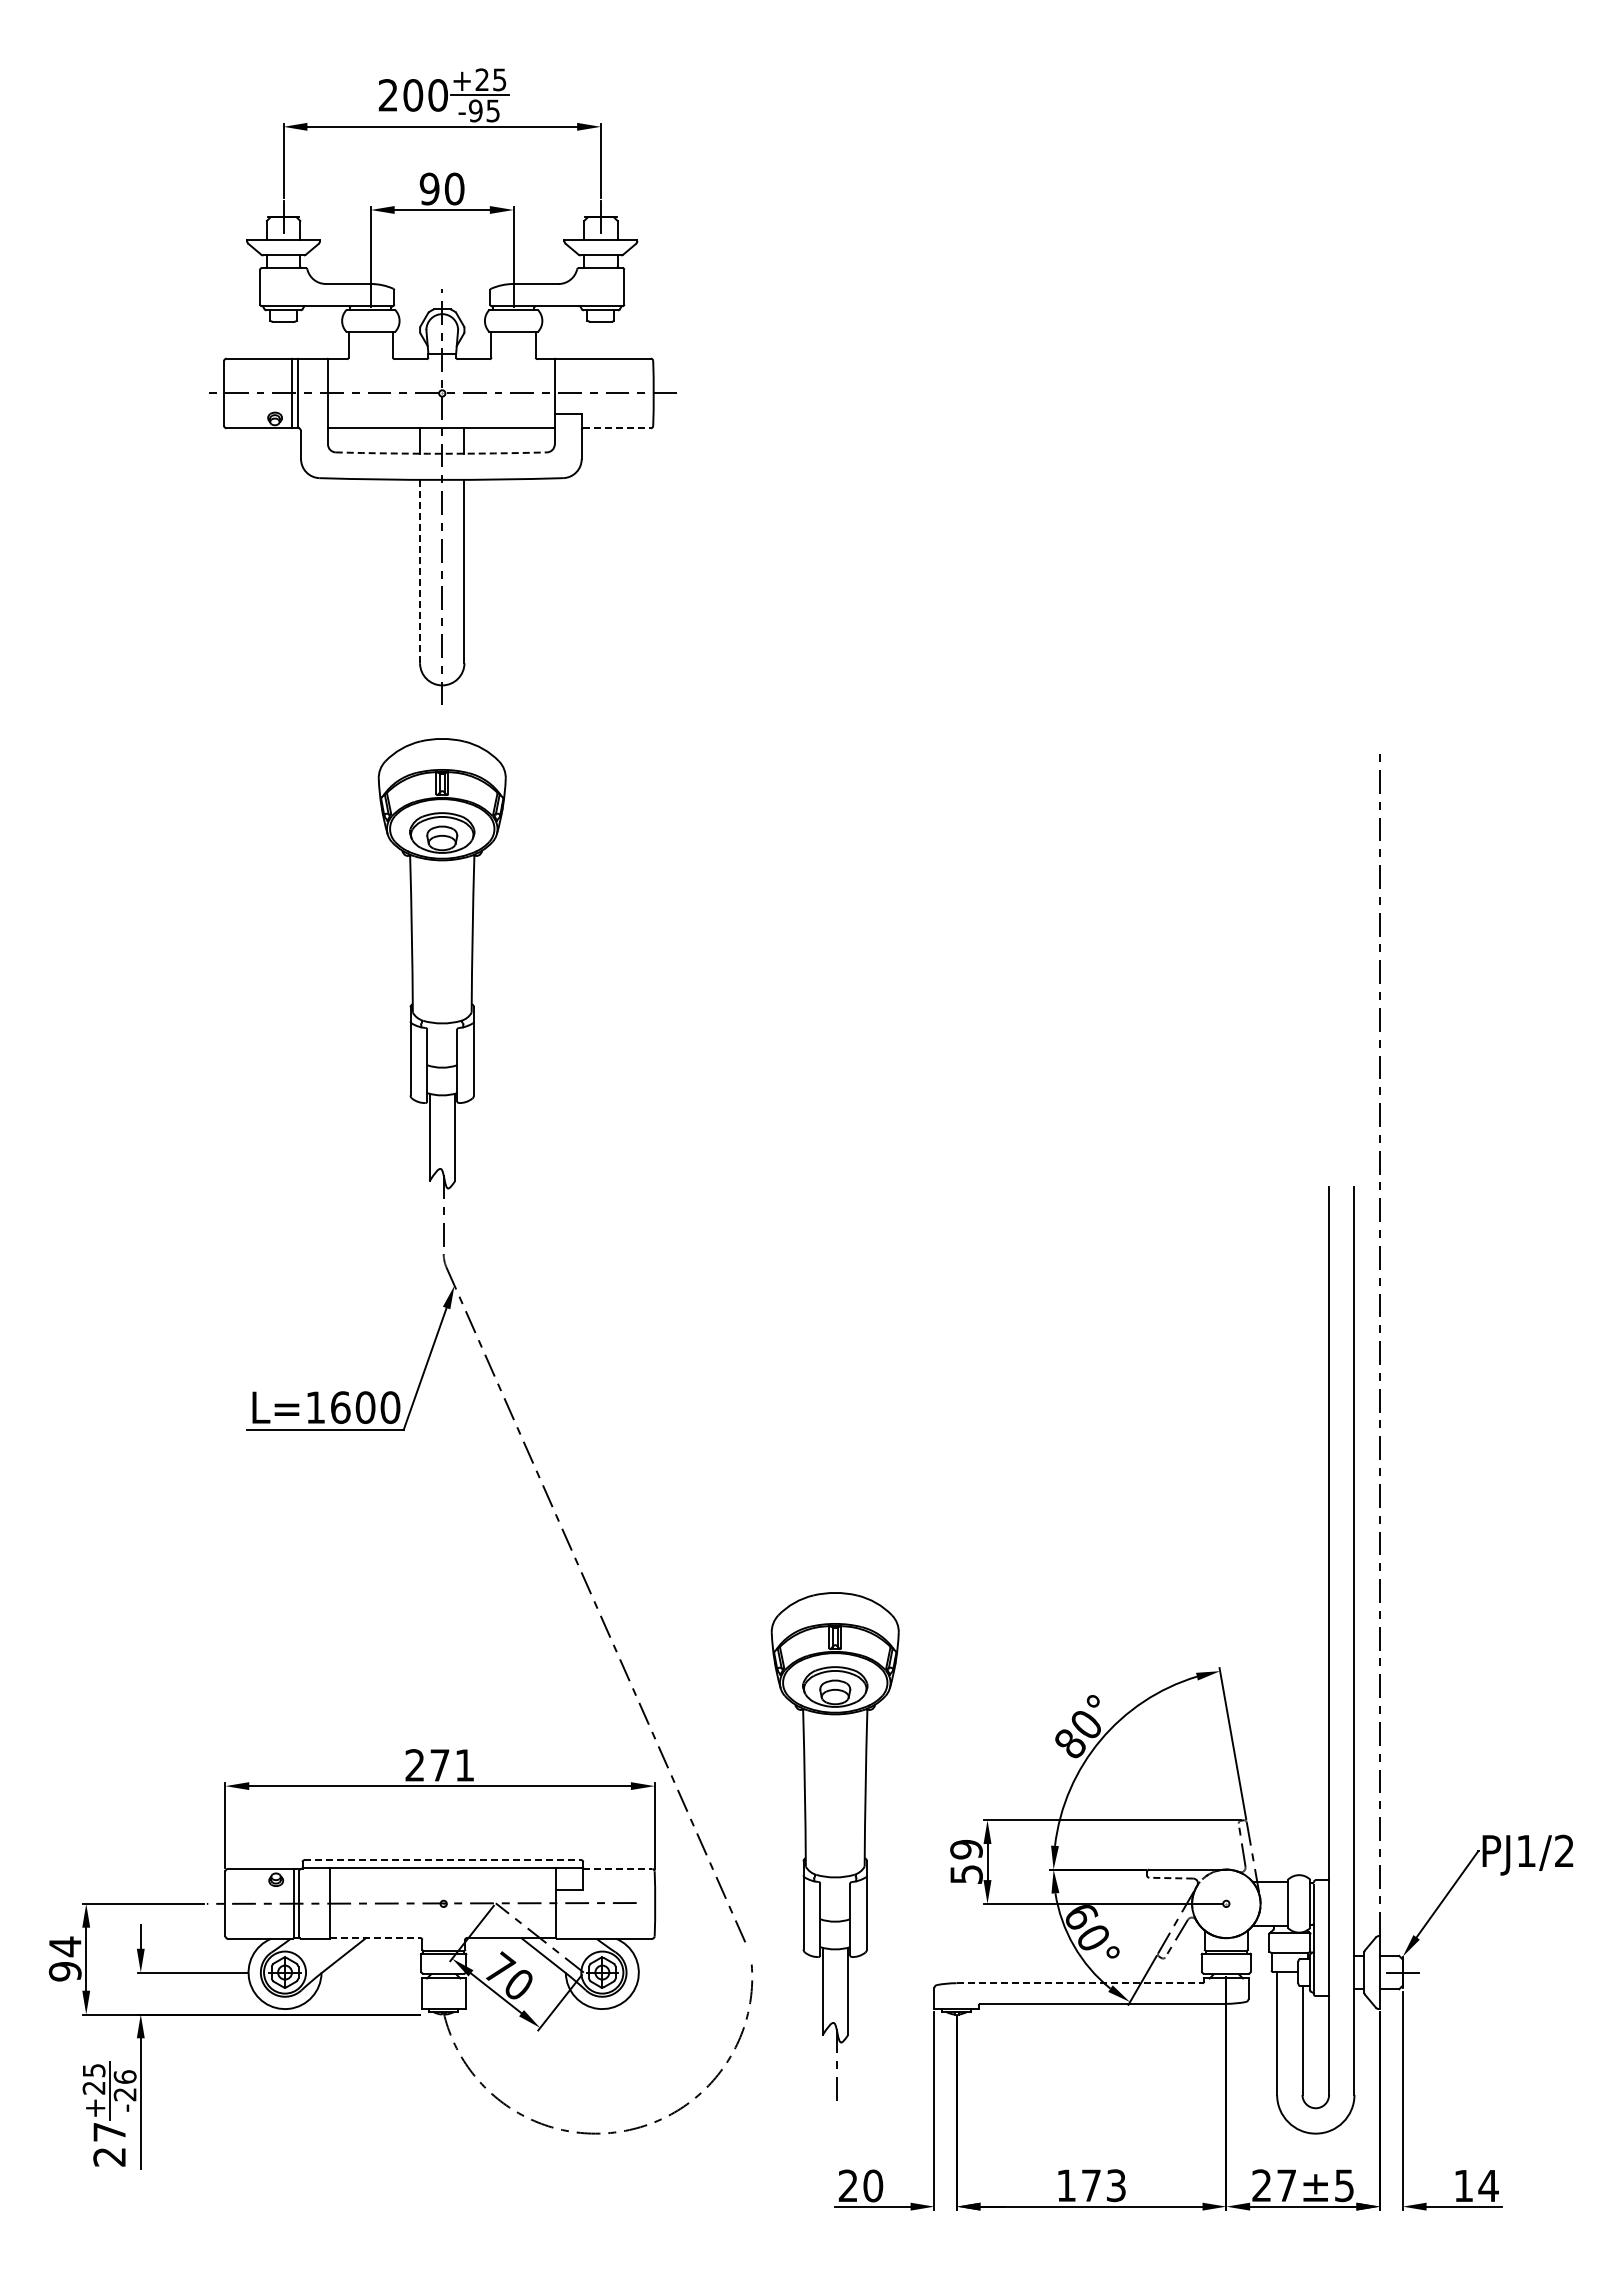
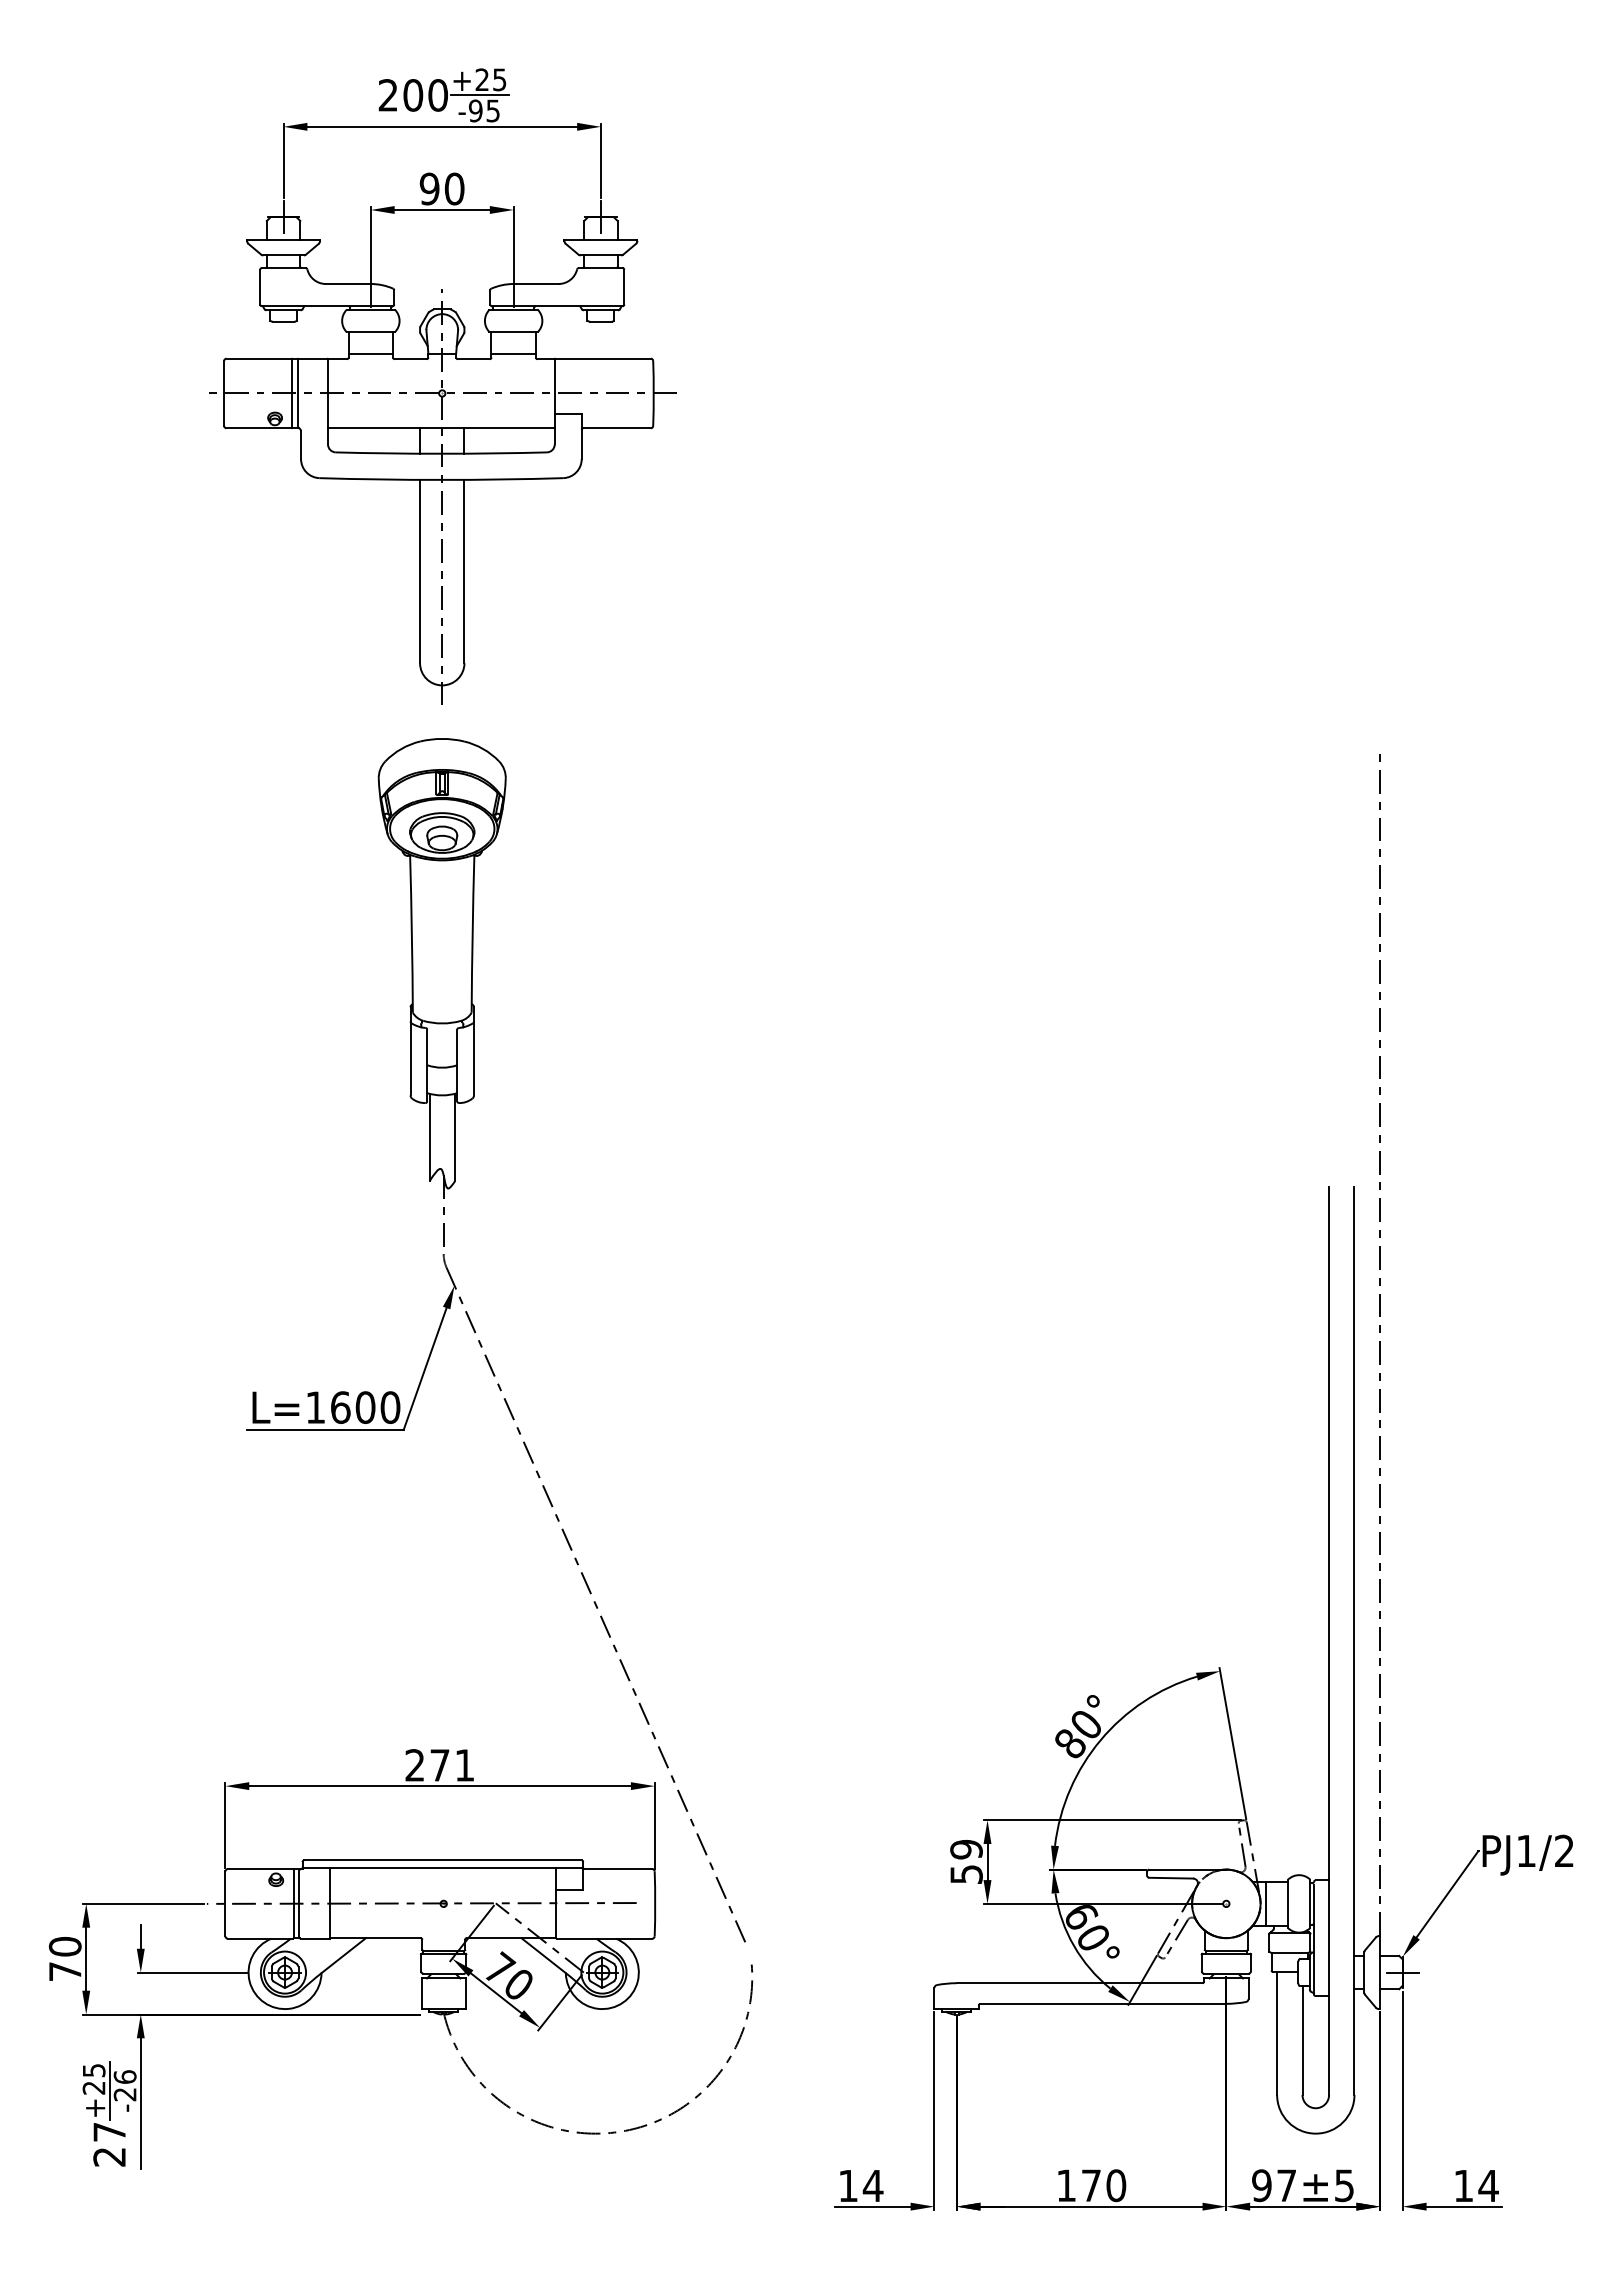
line at (370, 353): none -> present
line at (513, 353): none -> present
line at (617, 428): dashed -> solid
arc at (441, 453): dashed -> solid
line at (420, 571): dashed -> solid
part at (834, 1846): present -> none
line at (442, 1860): dashed -> solid
line at (617, 1869): dashed -> solid
line at (1171, 1878): dashed -> solid
line at (1266, 1903): none -> present
line at (375, 1938): dashed -> solid
text at (64, 1958): 94 -> 70
line at (1079, 1983): dashed -> solid
text at (860, 2185): 20 -> 14
text at (1116, 2185): 173 -> 170
text at (1261, 2185): 27±5 -> 97±5
